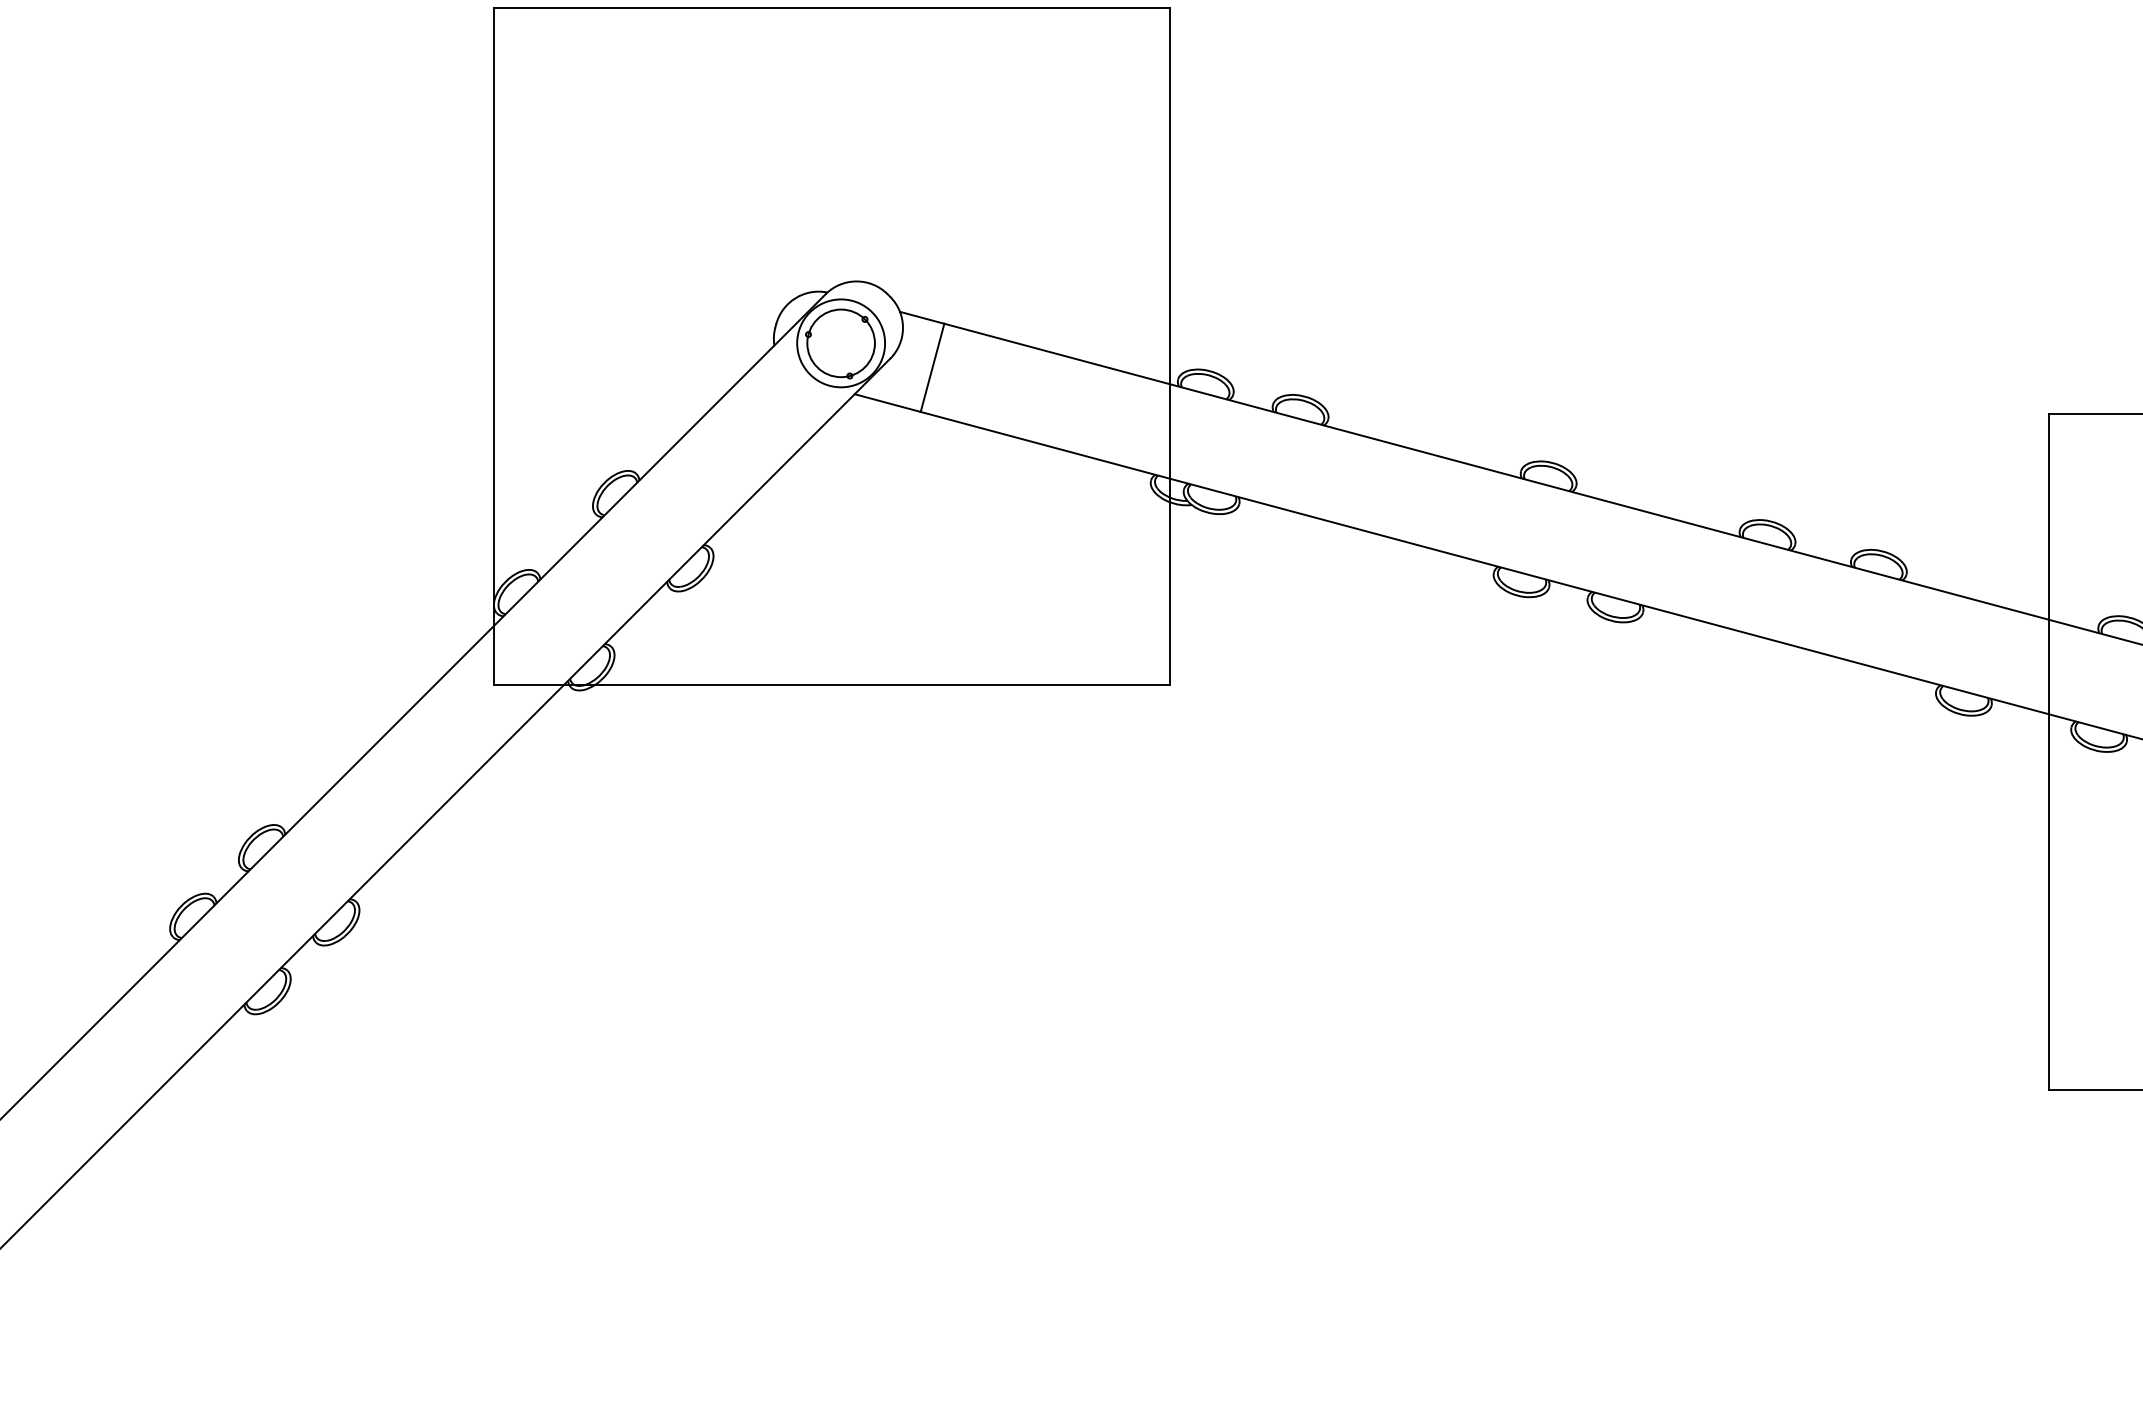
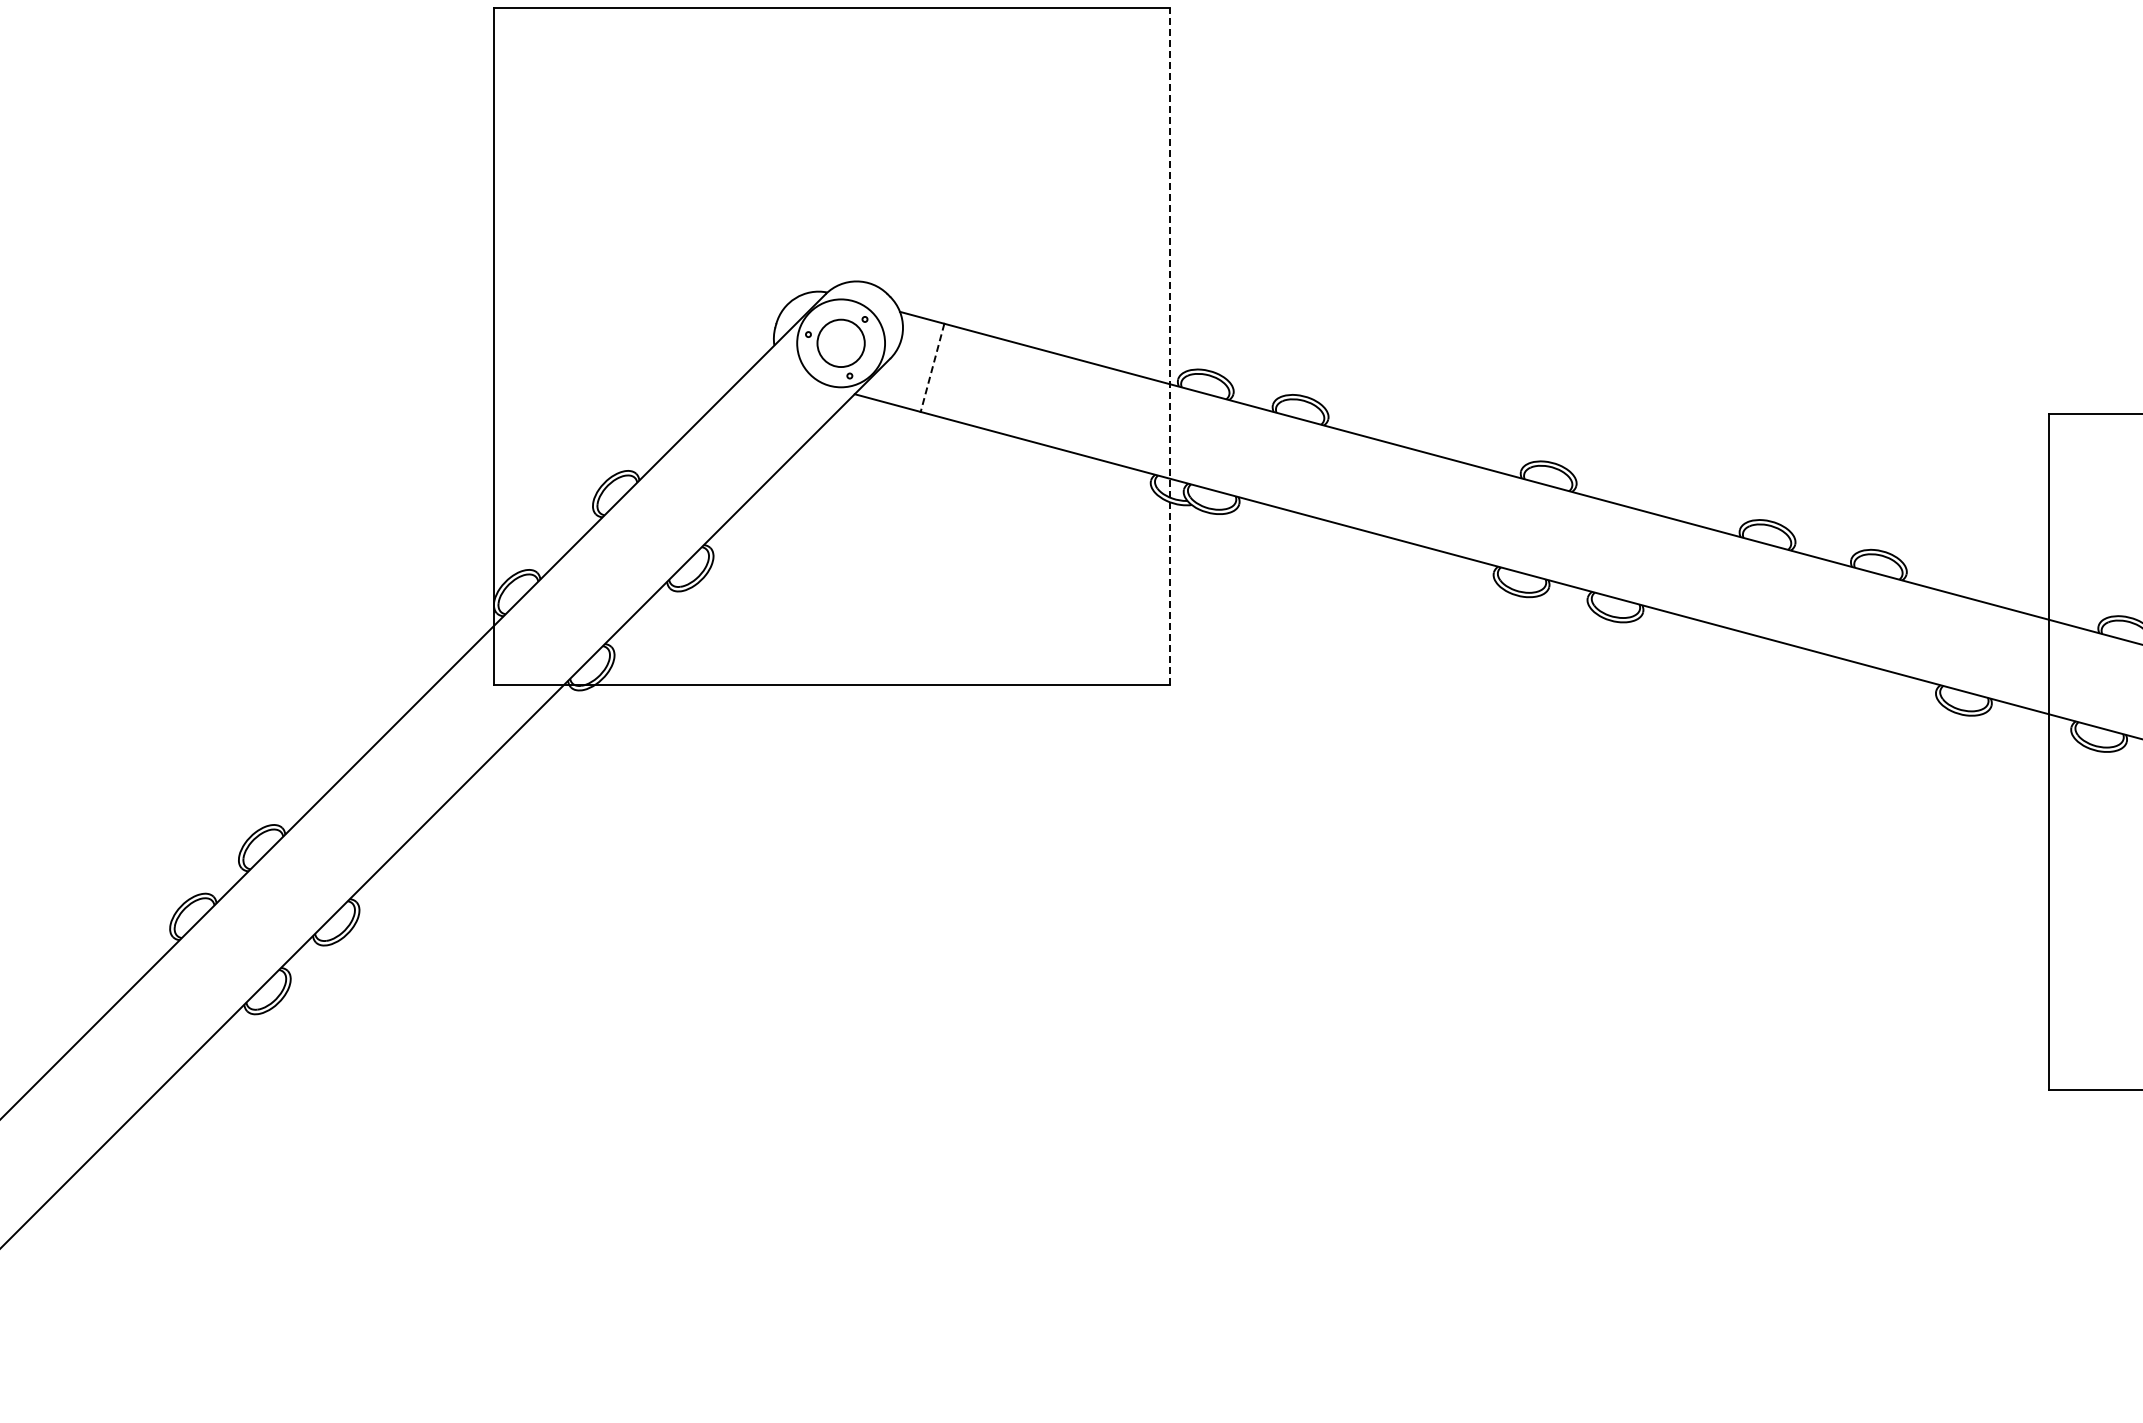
circle at (840, 343) diameter: 68 px -> 47 px
line at (1169, 345): solid -> dashed
line at (932, 367): solid -> dashed
